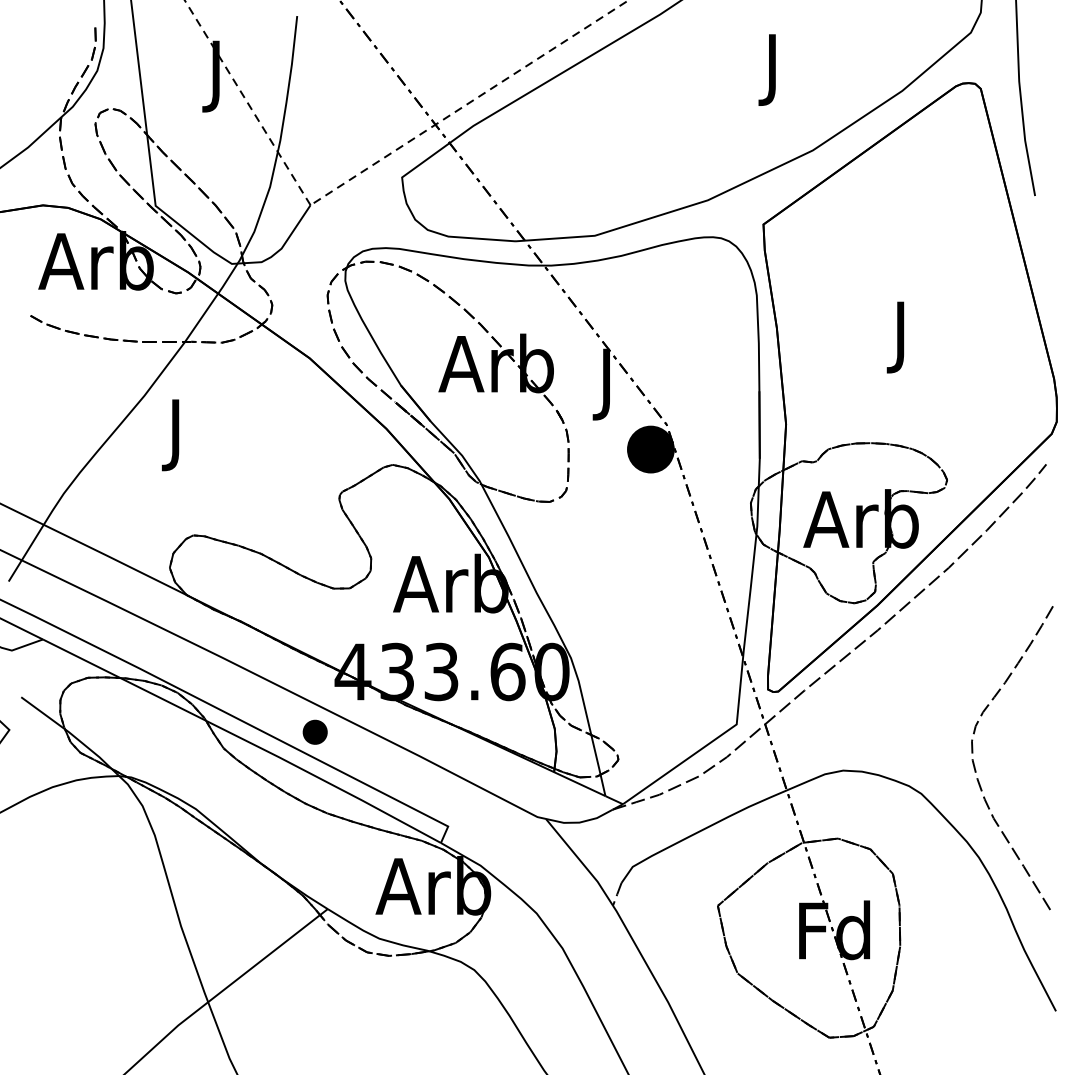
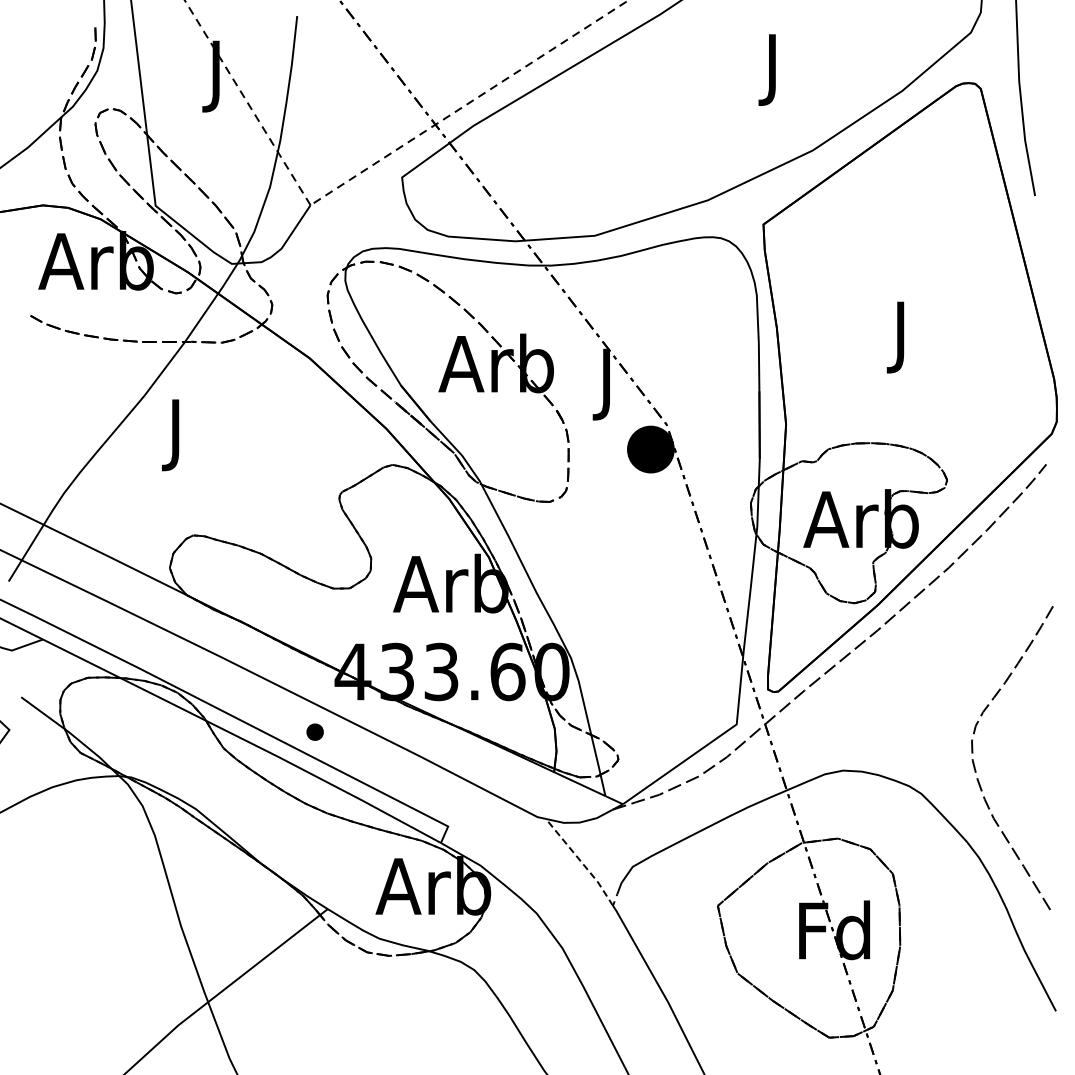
part at (314, 731) size: 26x26 px -> 18x18 px
line at (581, 861): solid -> dashed
